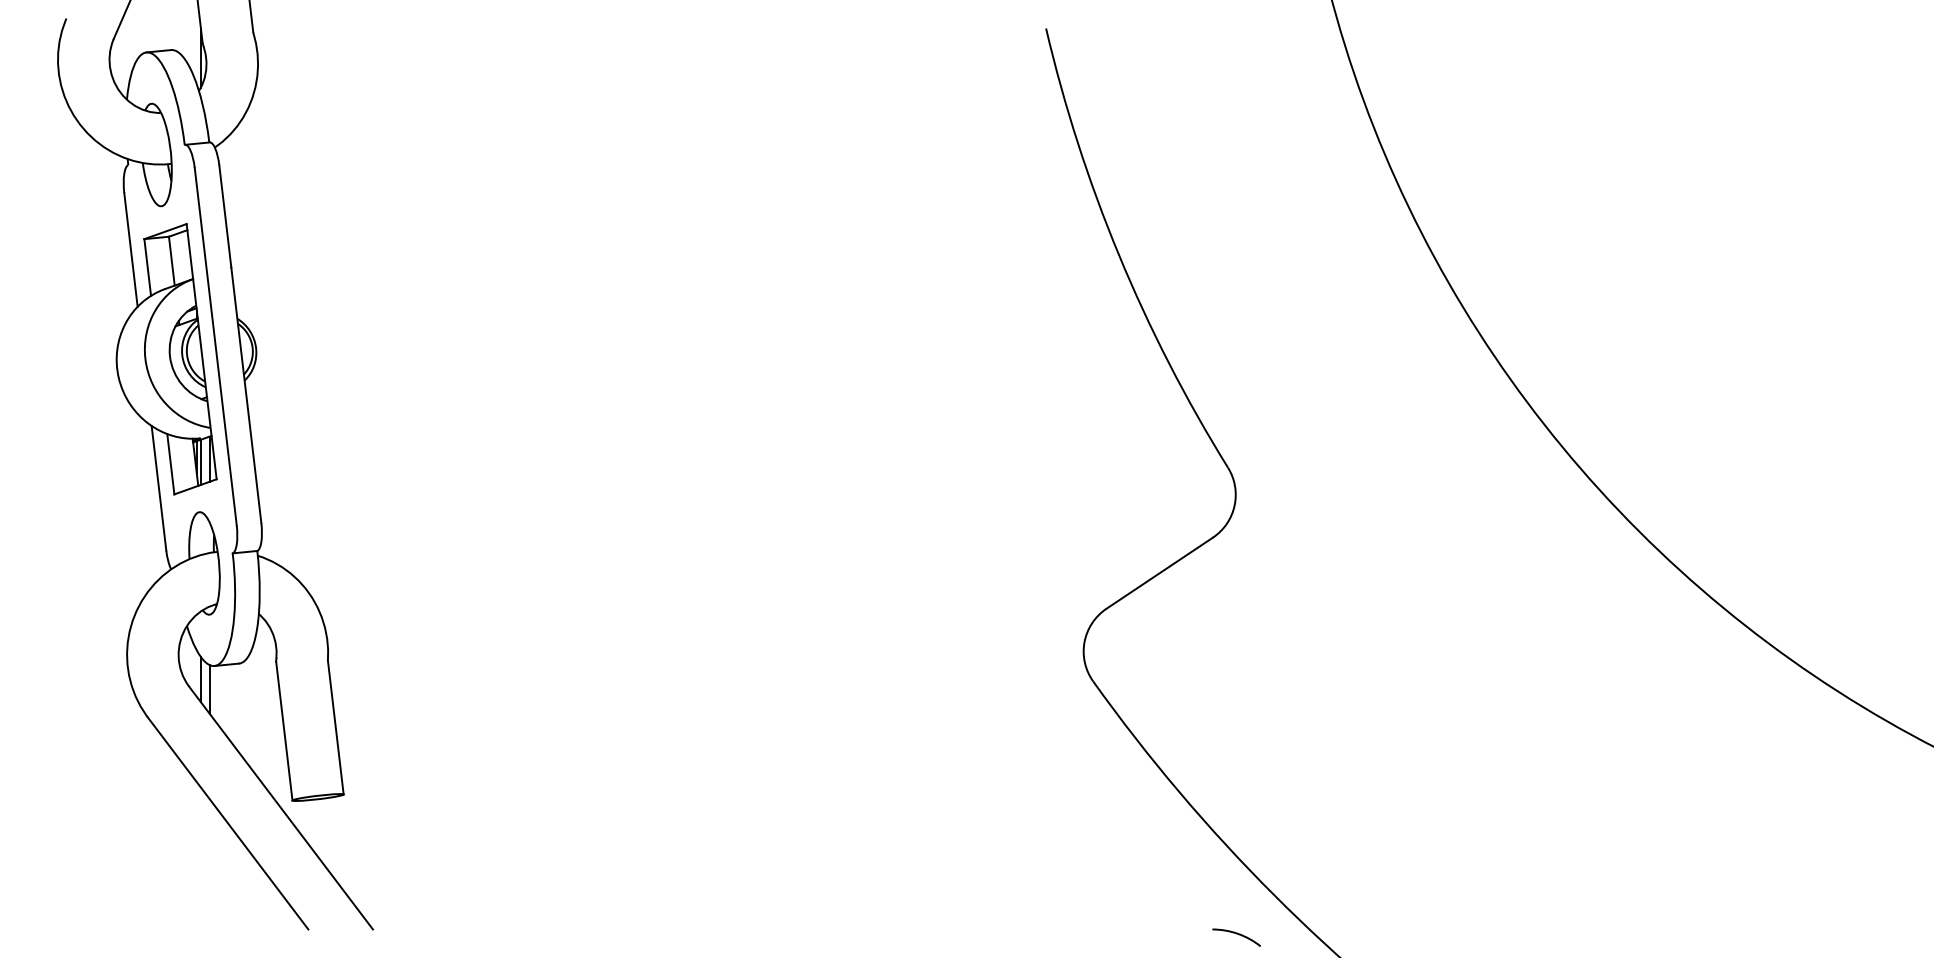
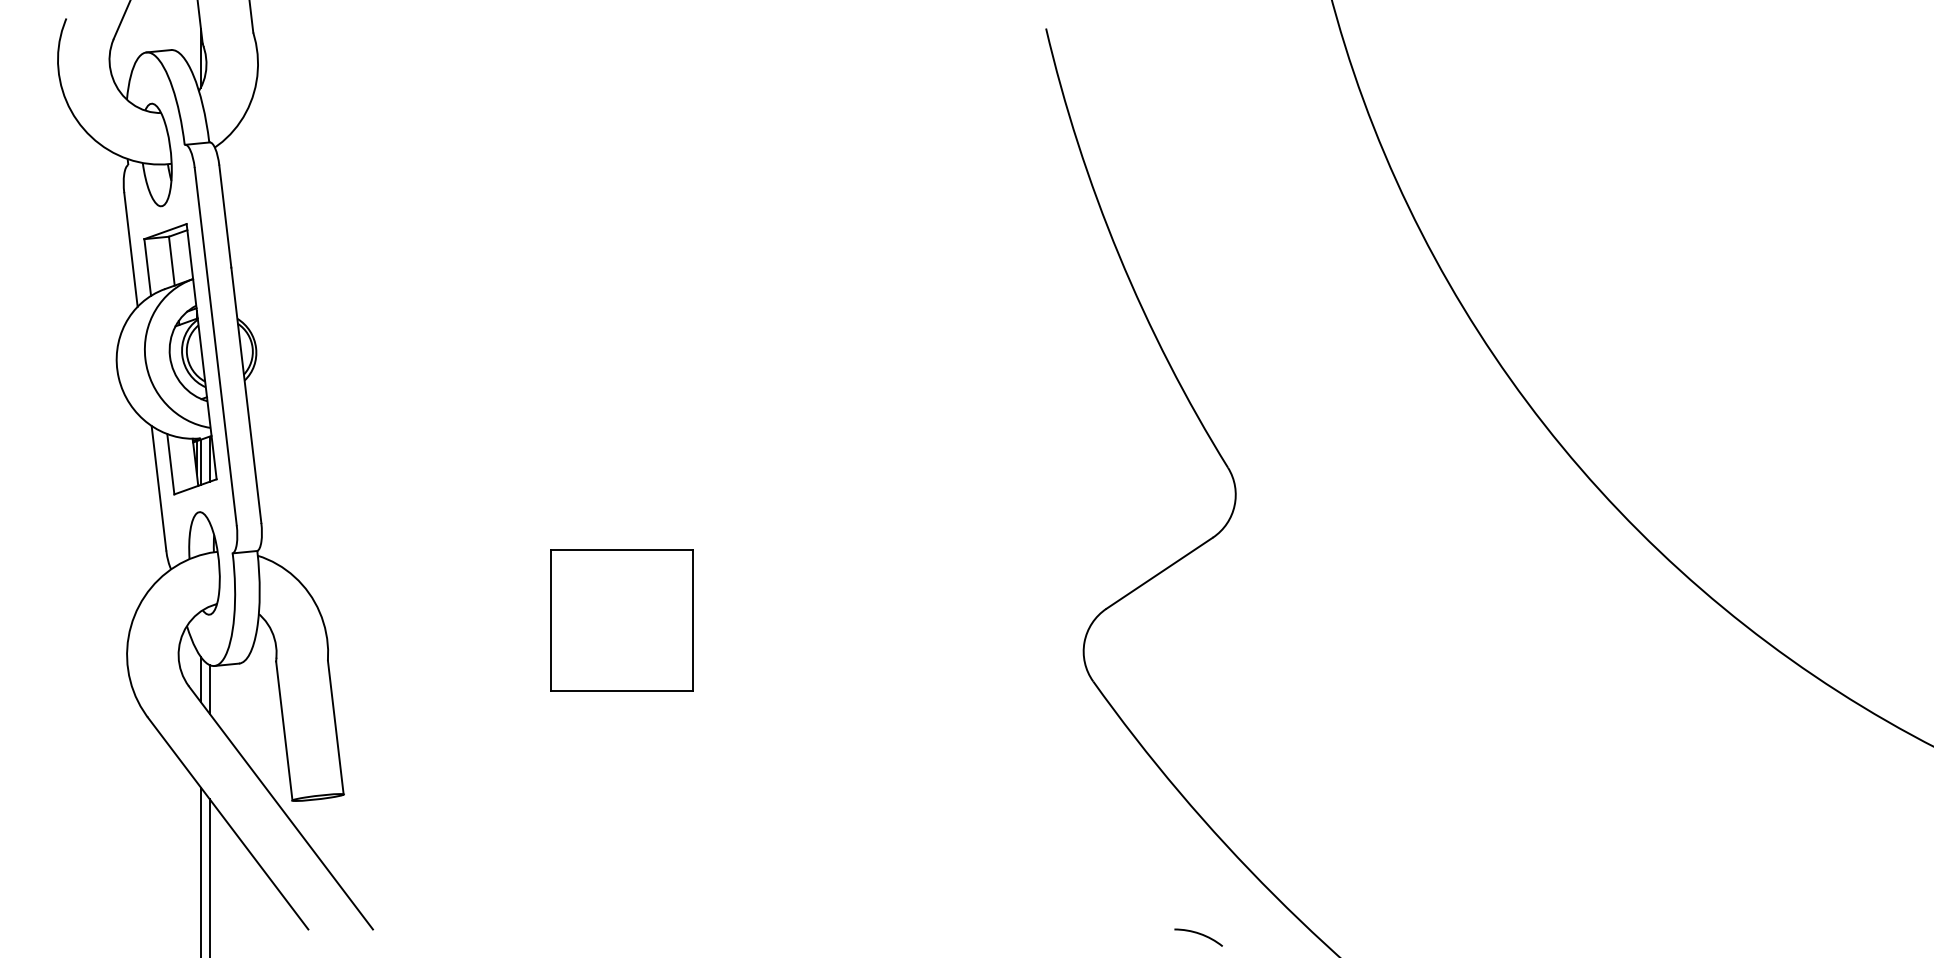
part at (621, 620): none -> present
line at (200, 870): none -> present
line at (209, 876): none -> present
arc at (1236, 934) position: (1236, 934) -> (1198, 934)
